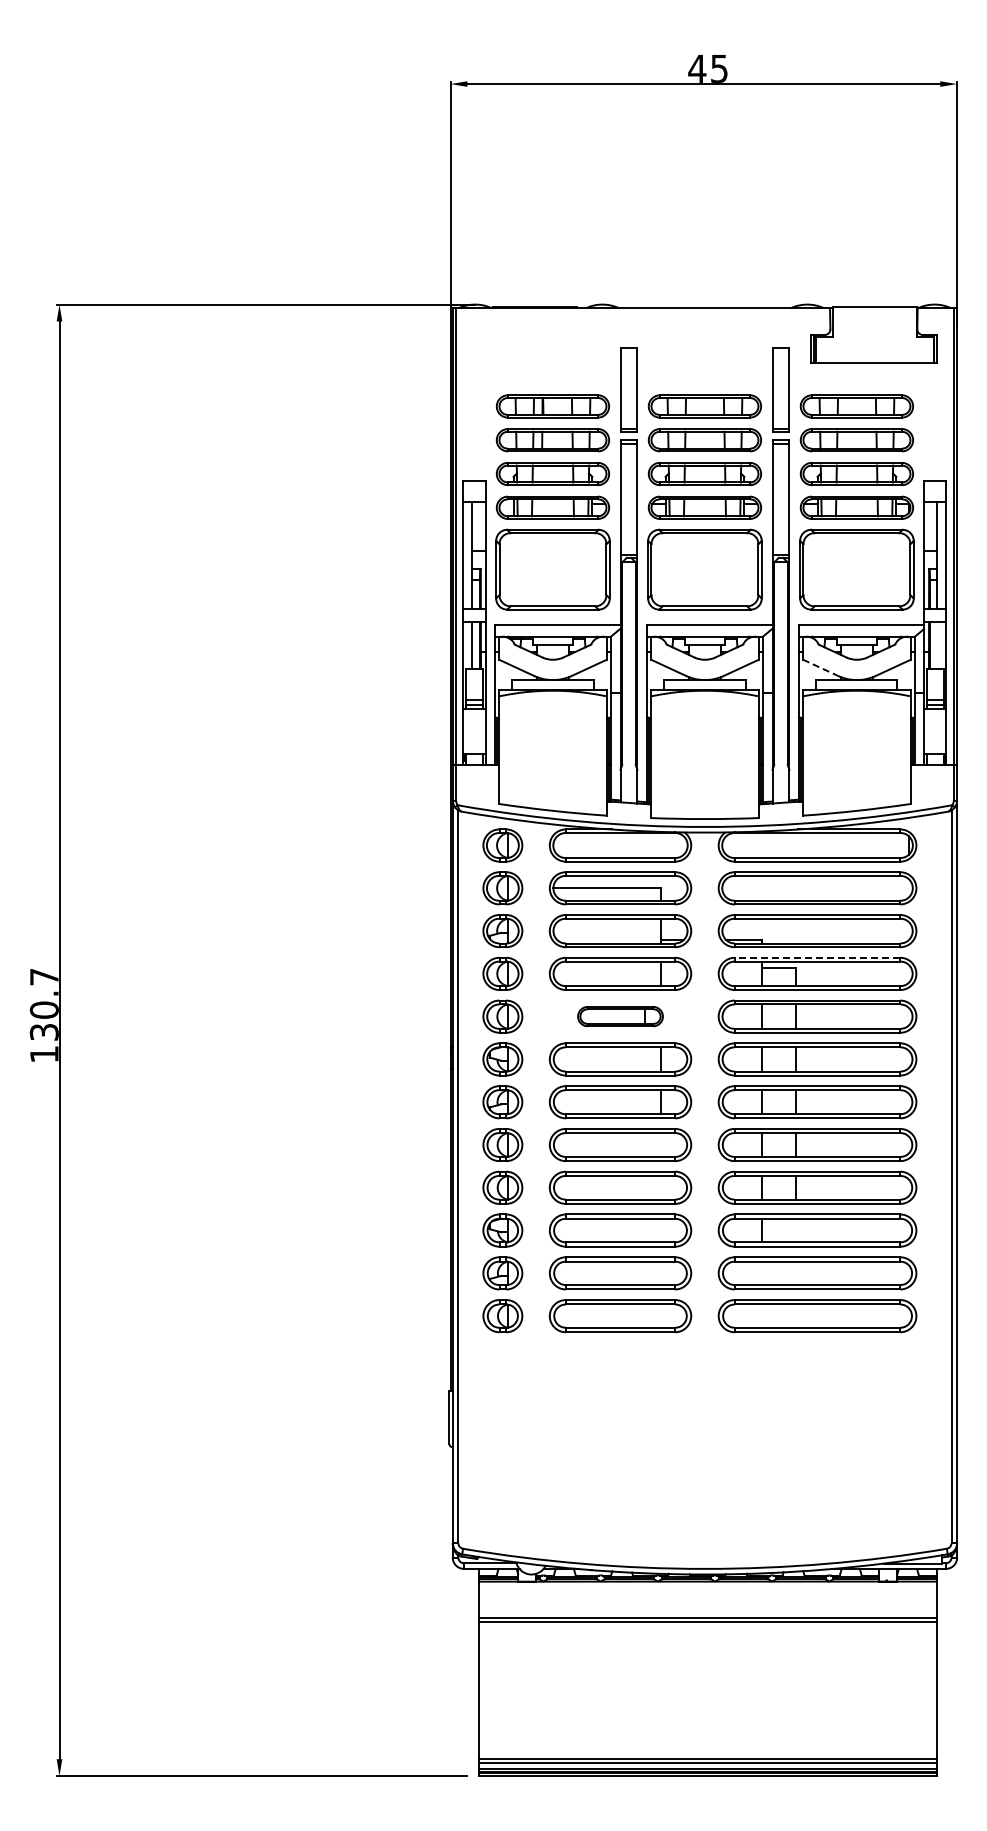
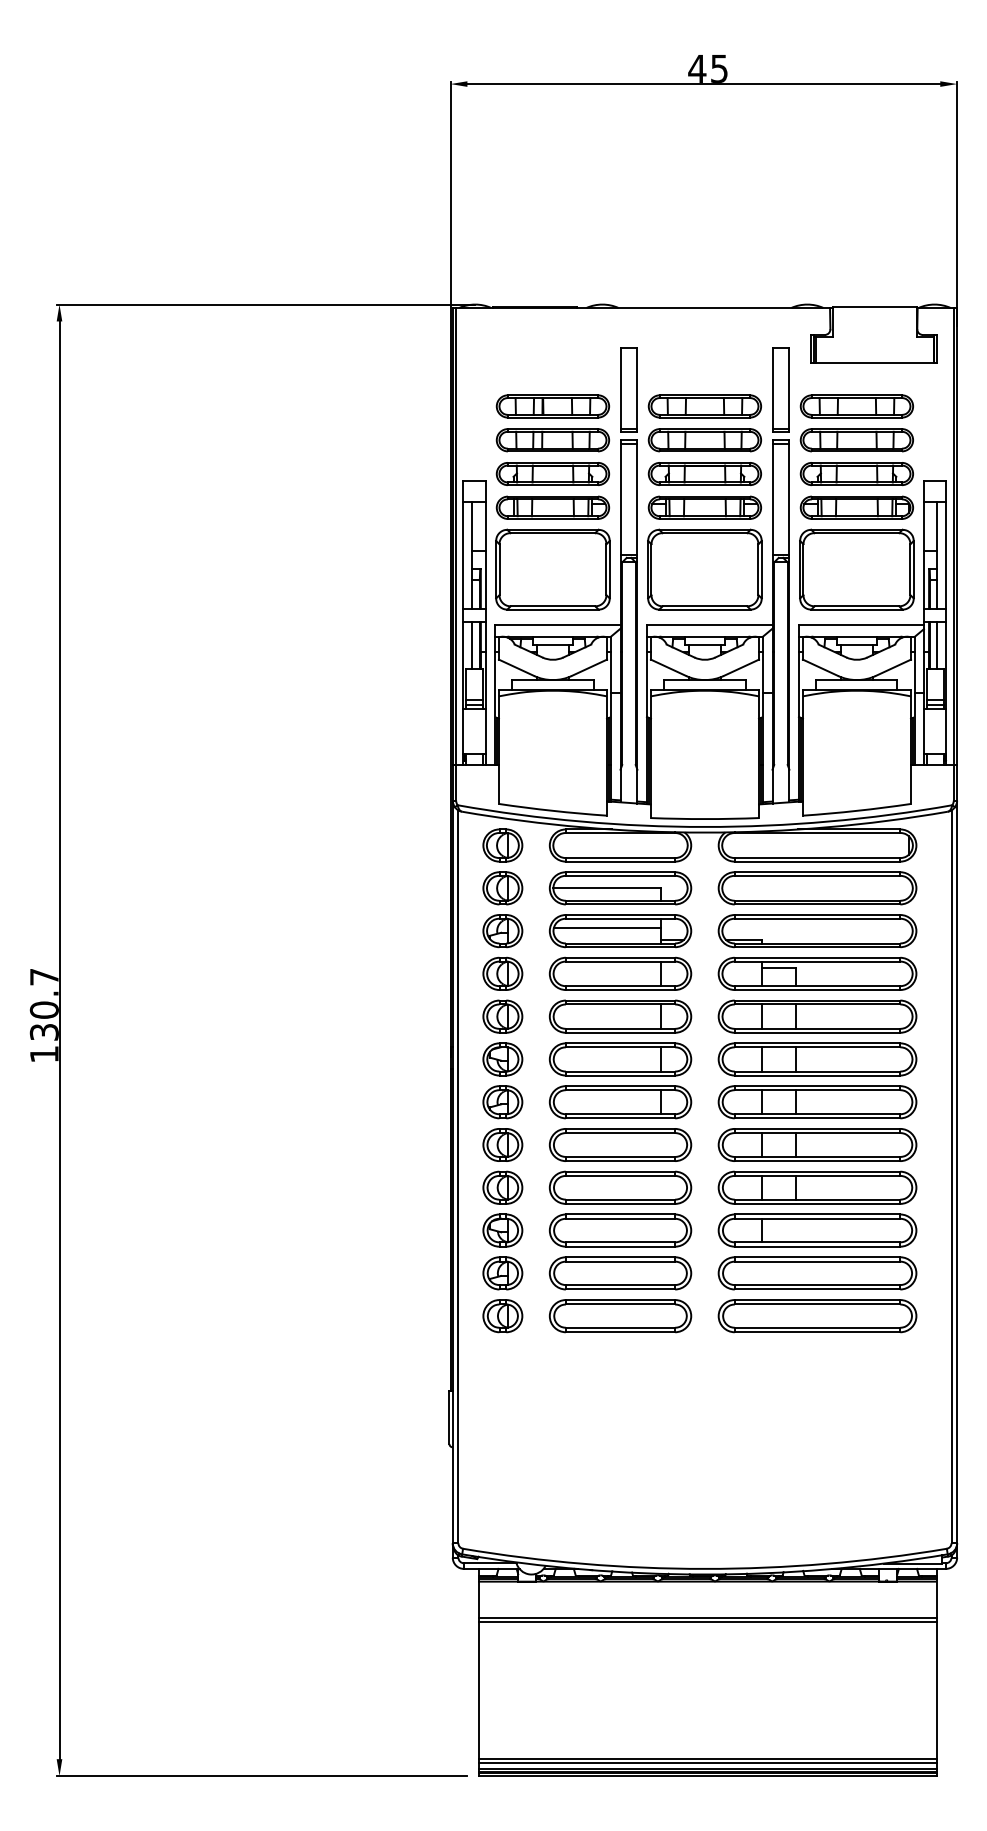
line at (937, 645): none -> present
line at (820, 667): dashed -> solid
line at (607, 928): none -> present
line at (817, 957): dashed -> solid
part at (620, 1016) size: 87x22 px -> 145x35 px
